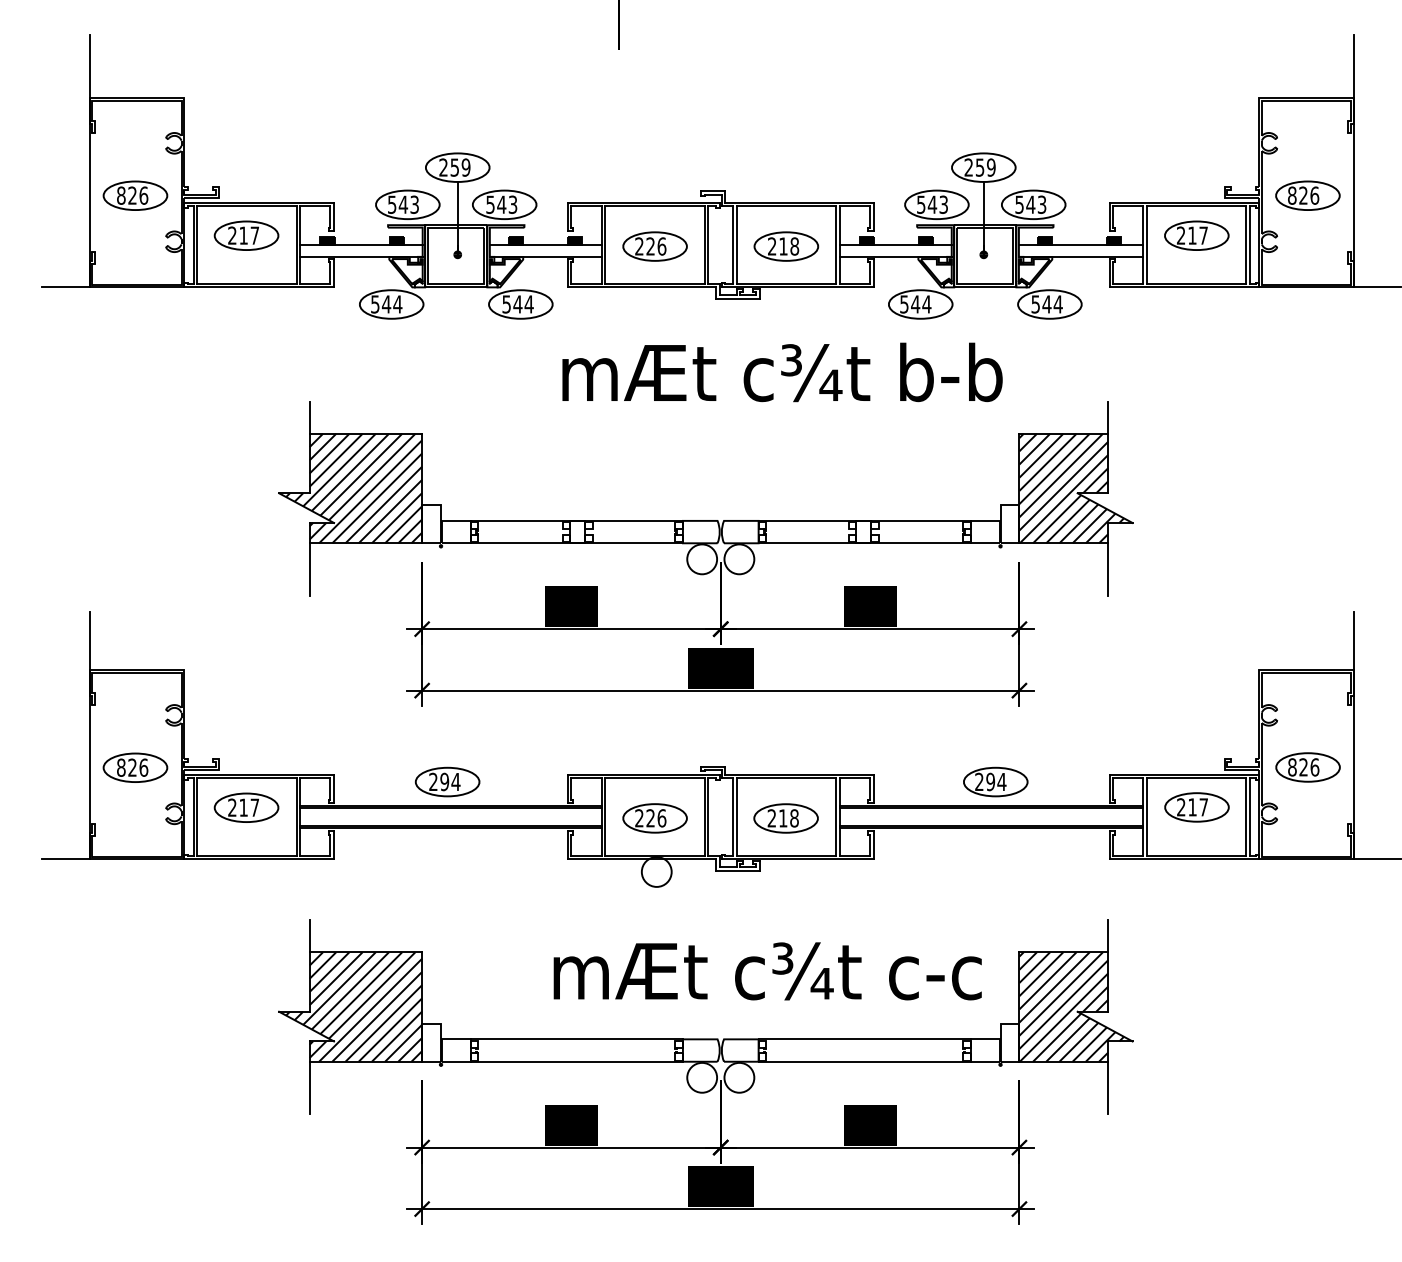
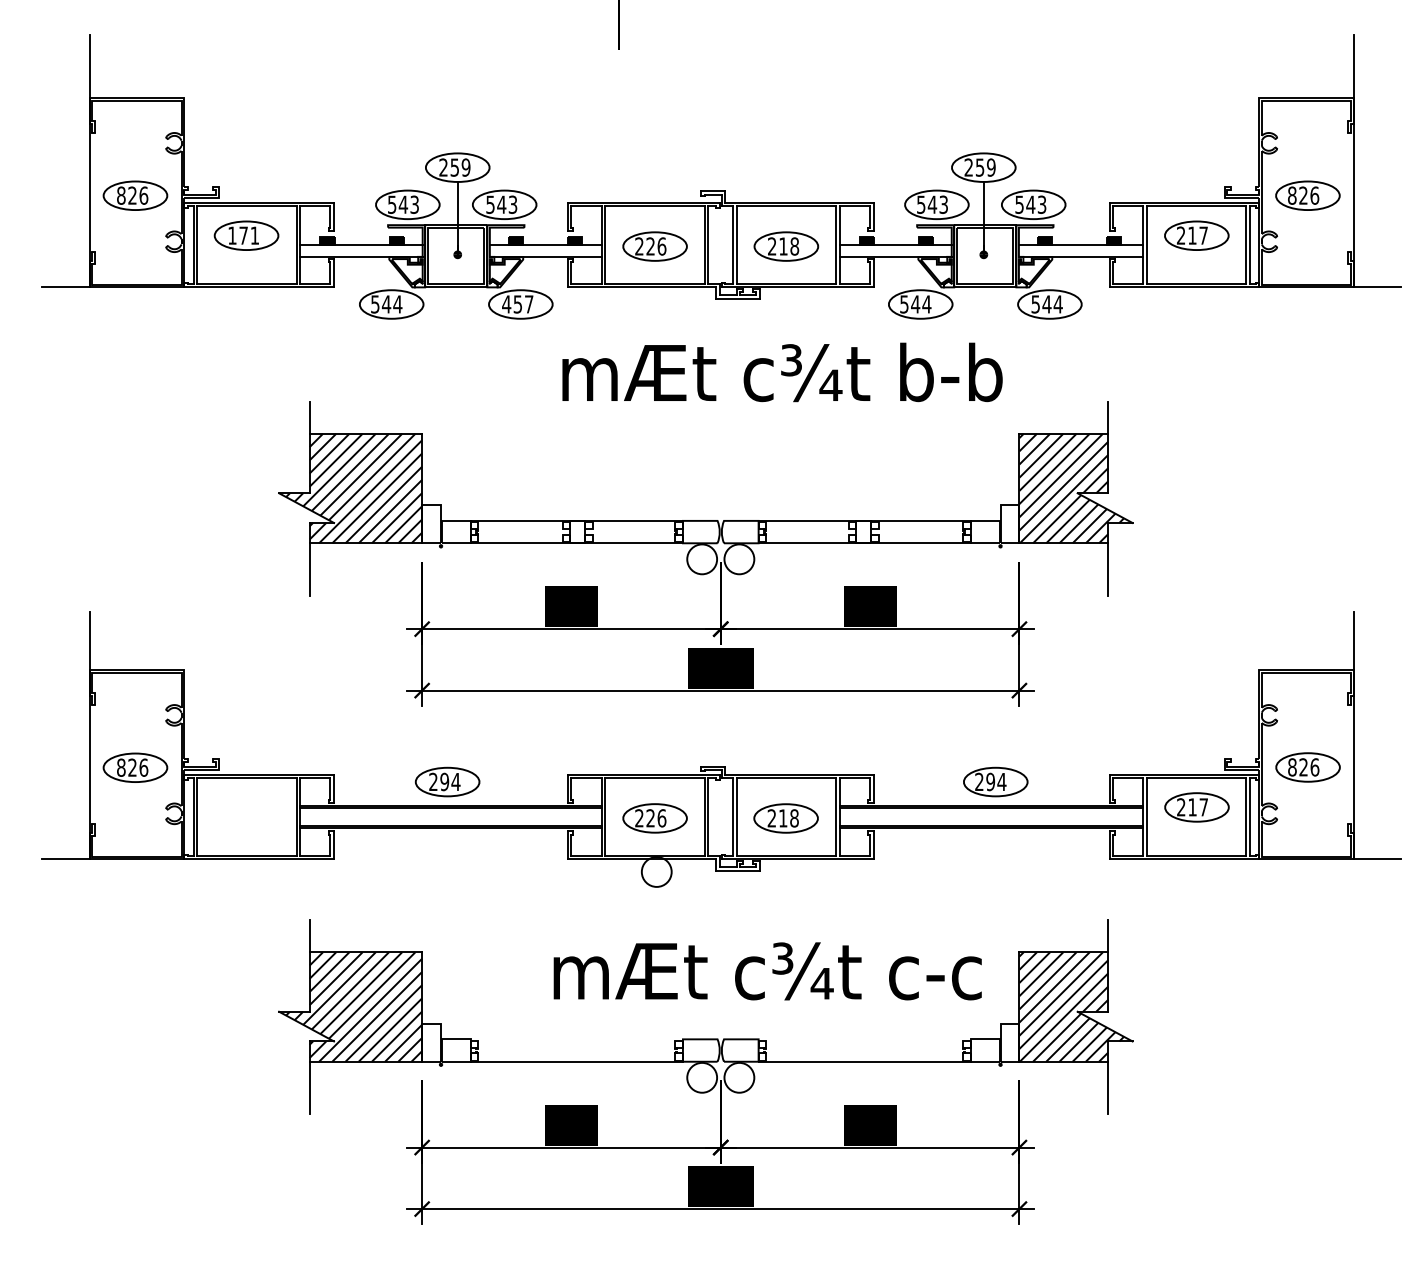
text at (243, 235): 217 -> 171
text at (517, 304): 544 -> 457
part at (246, 807): present -> none
line at (576, 1039): present -> none
line at (864, 1039): present -> none
